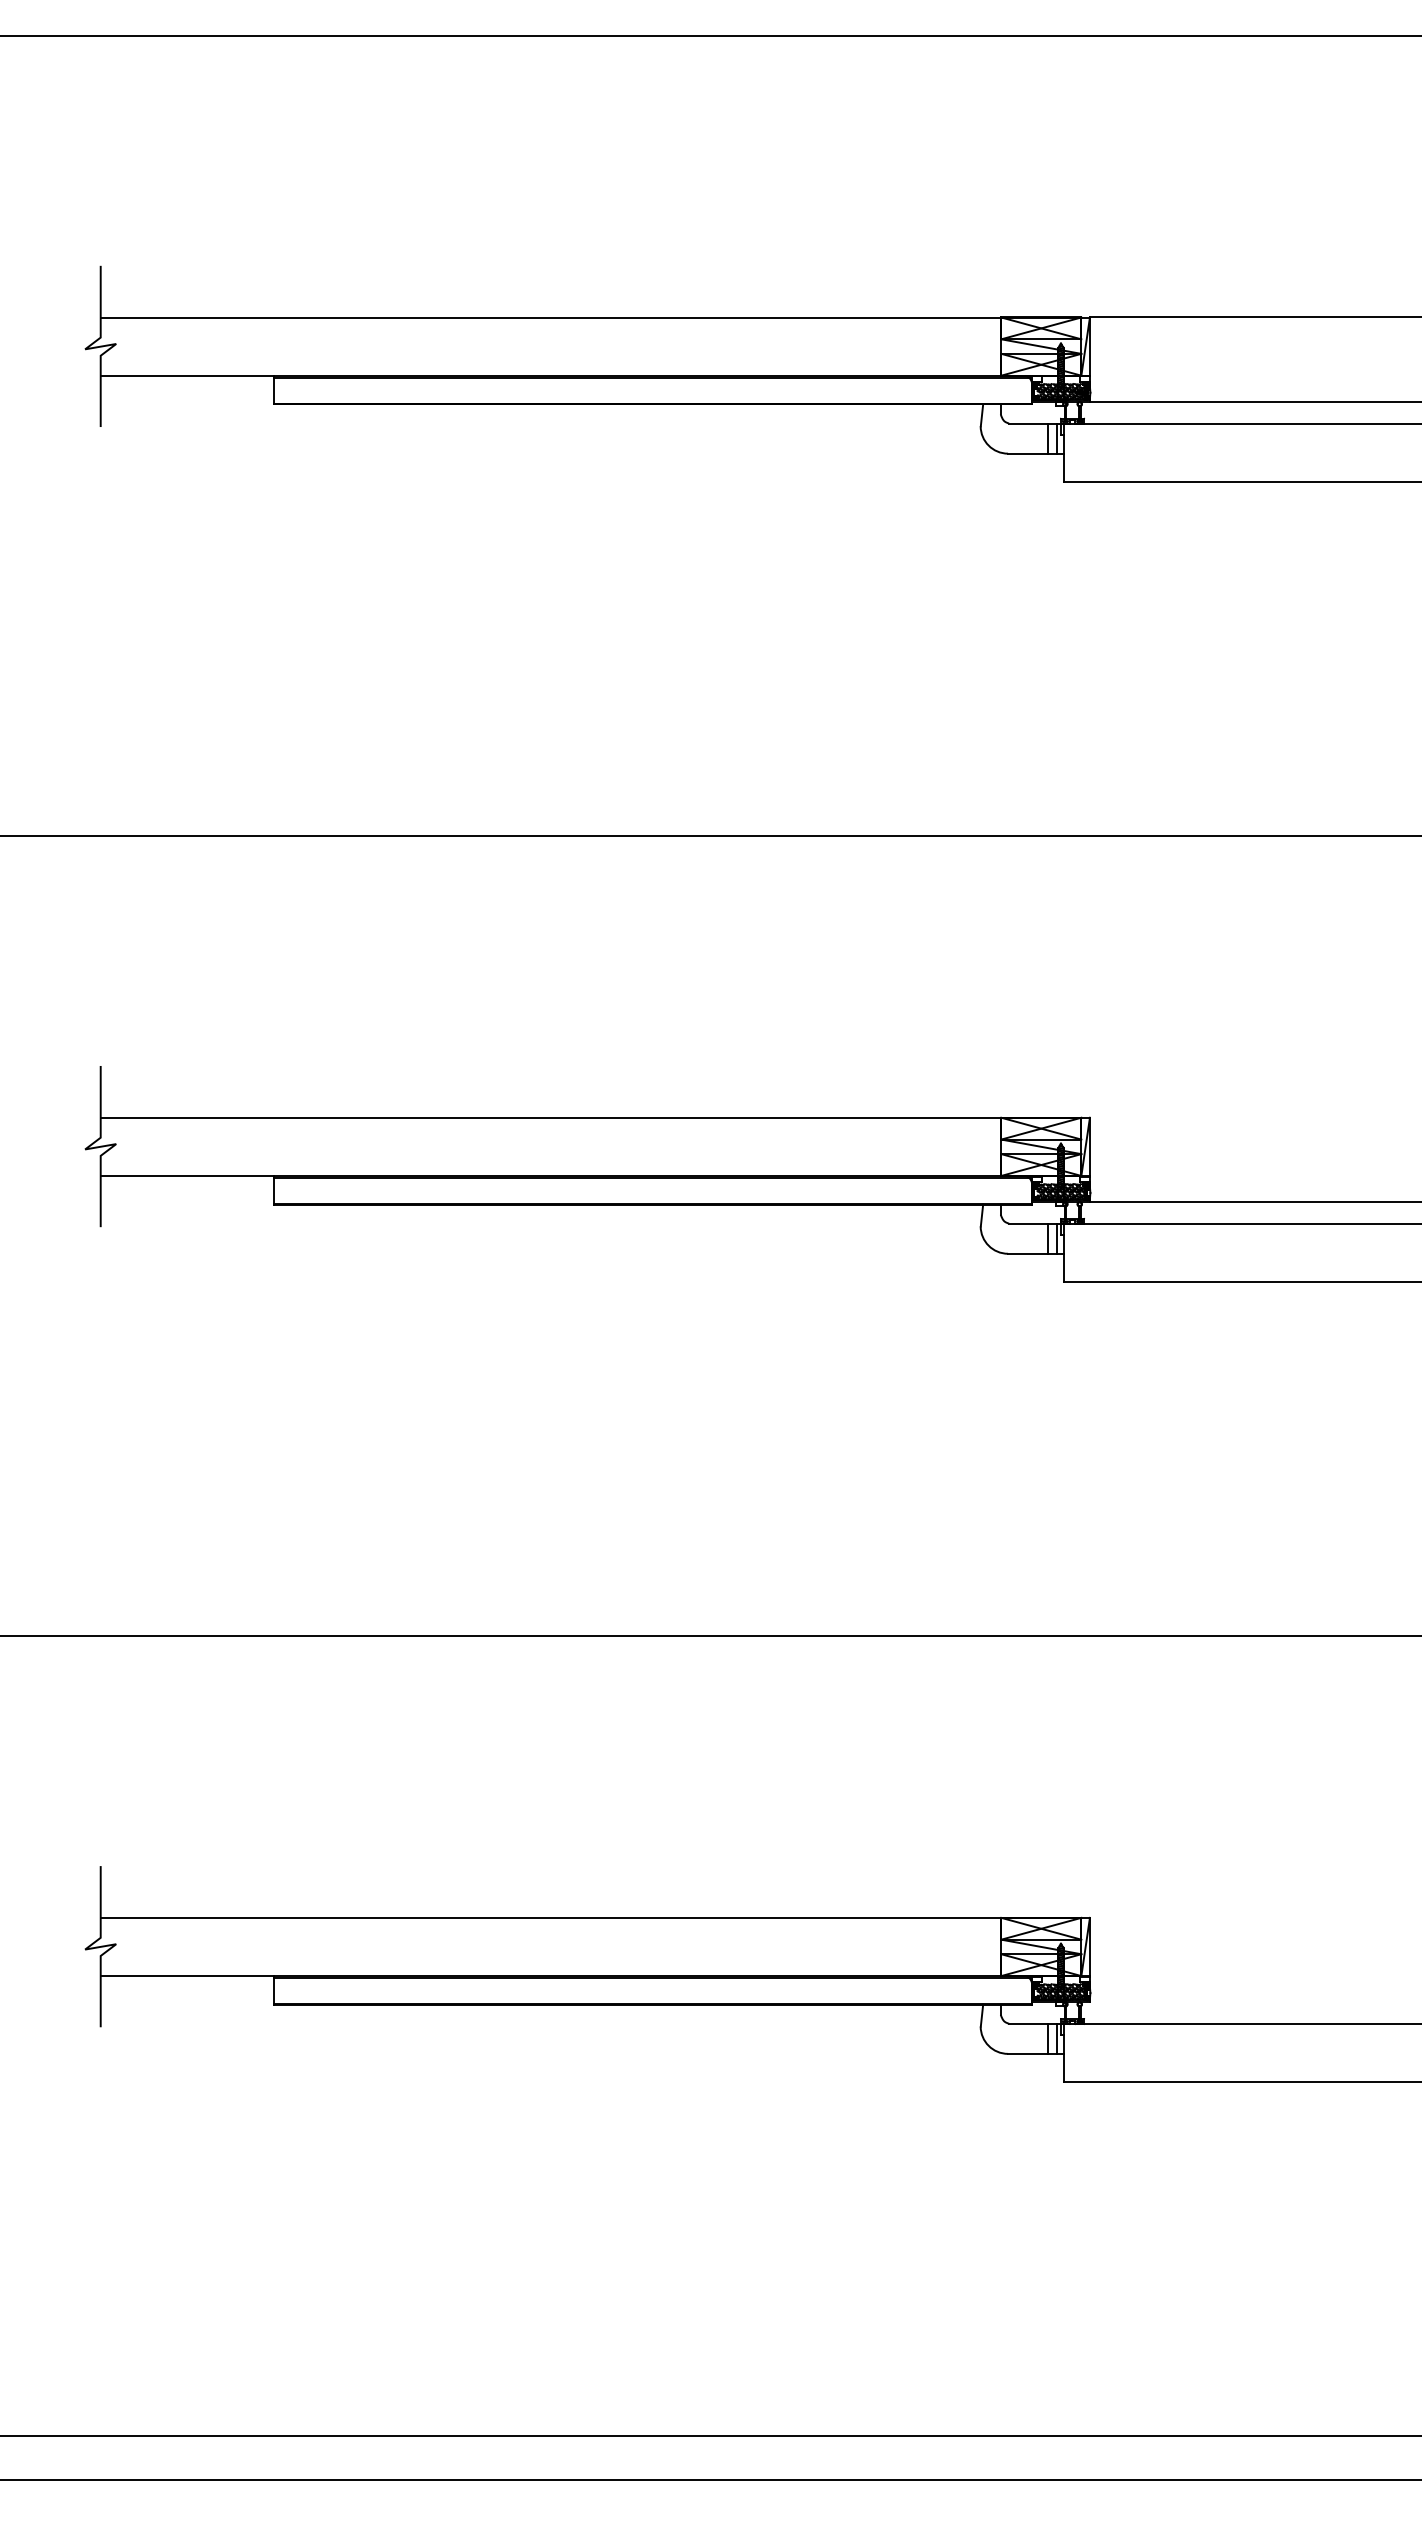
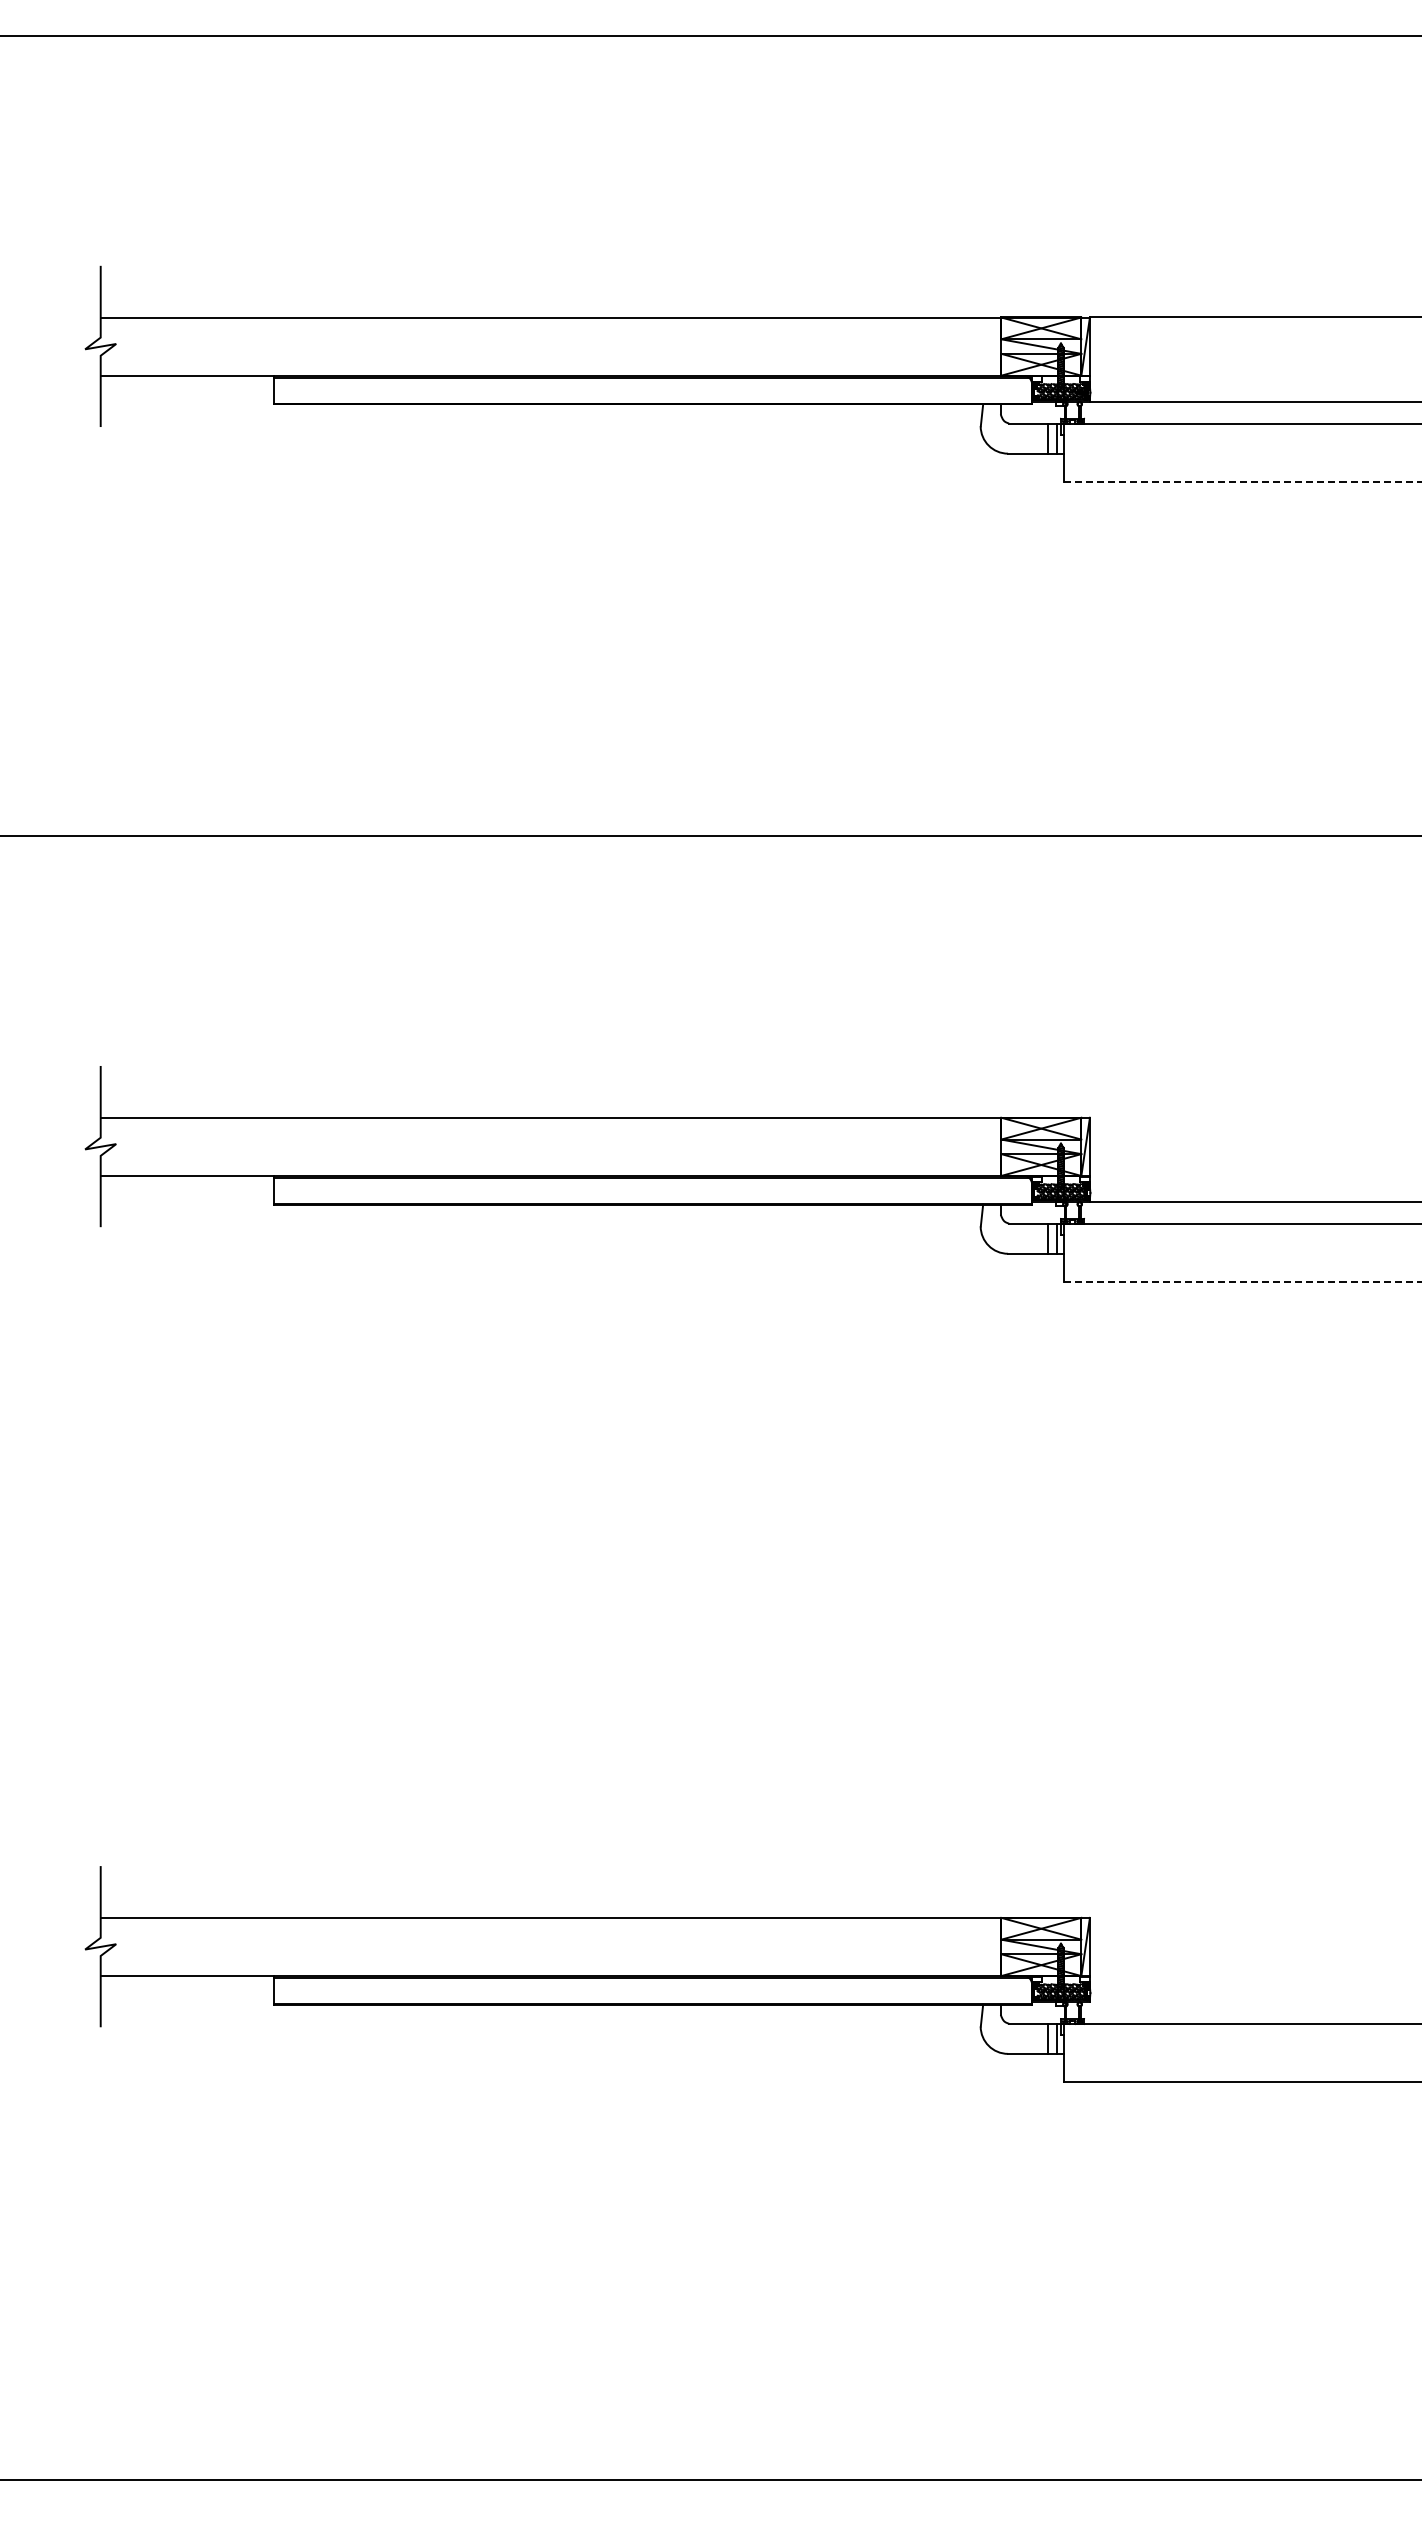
line at (1243, 482): solid -> dashed
line at (1243, 1282): solid -> dashed
line at (710, 1636): present -> none
line at (710, 2436): present -> none
